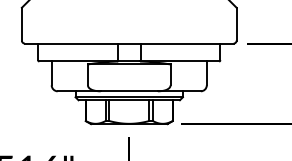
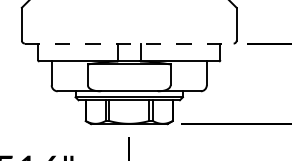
line at (129, 43): solid -> dashed
